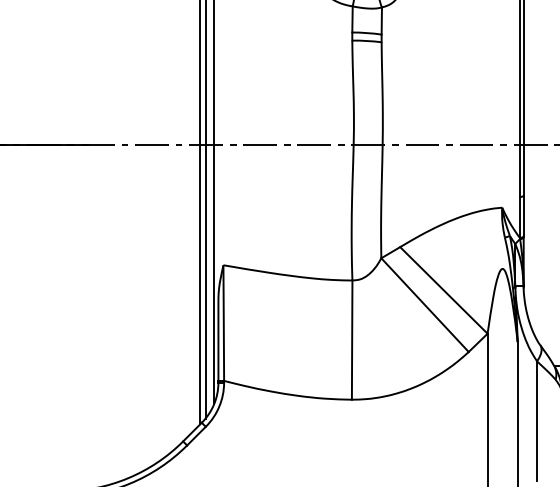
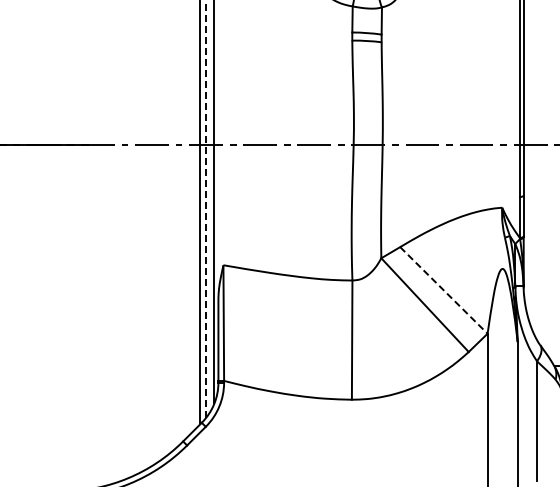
line at (205, 209): solid -> dashed
line at (443, 290): solid -> dashed
